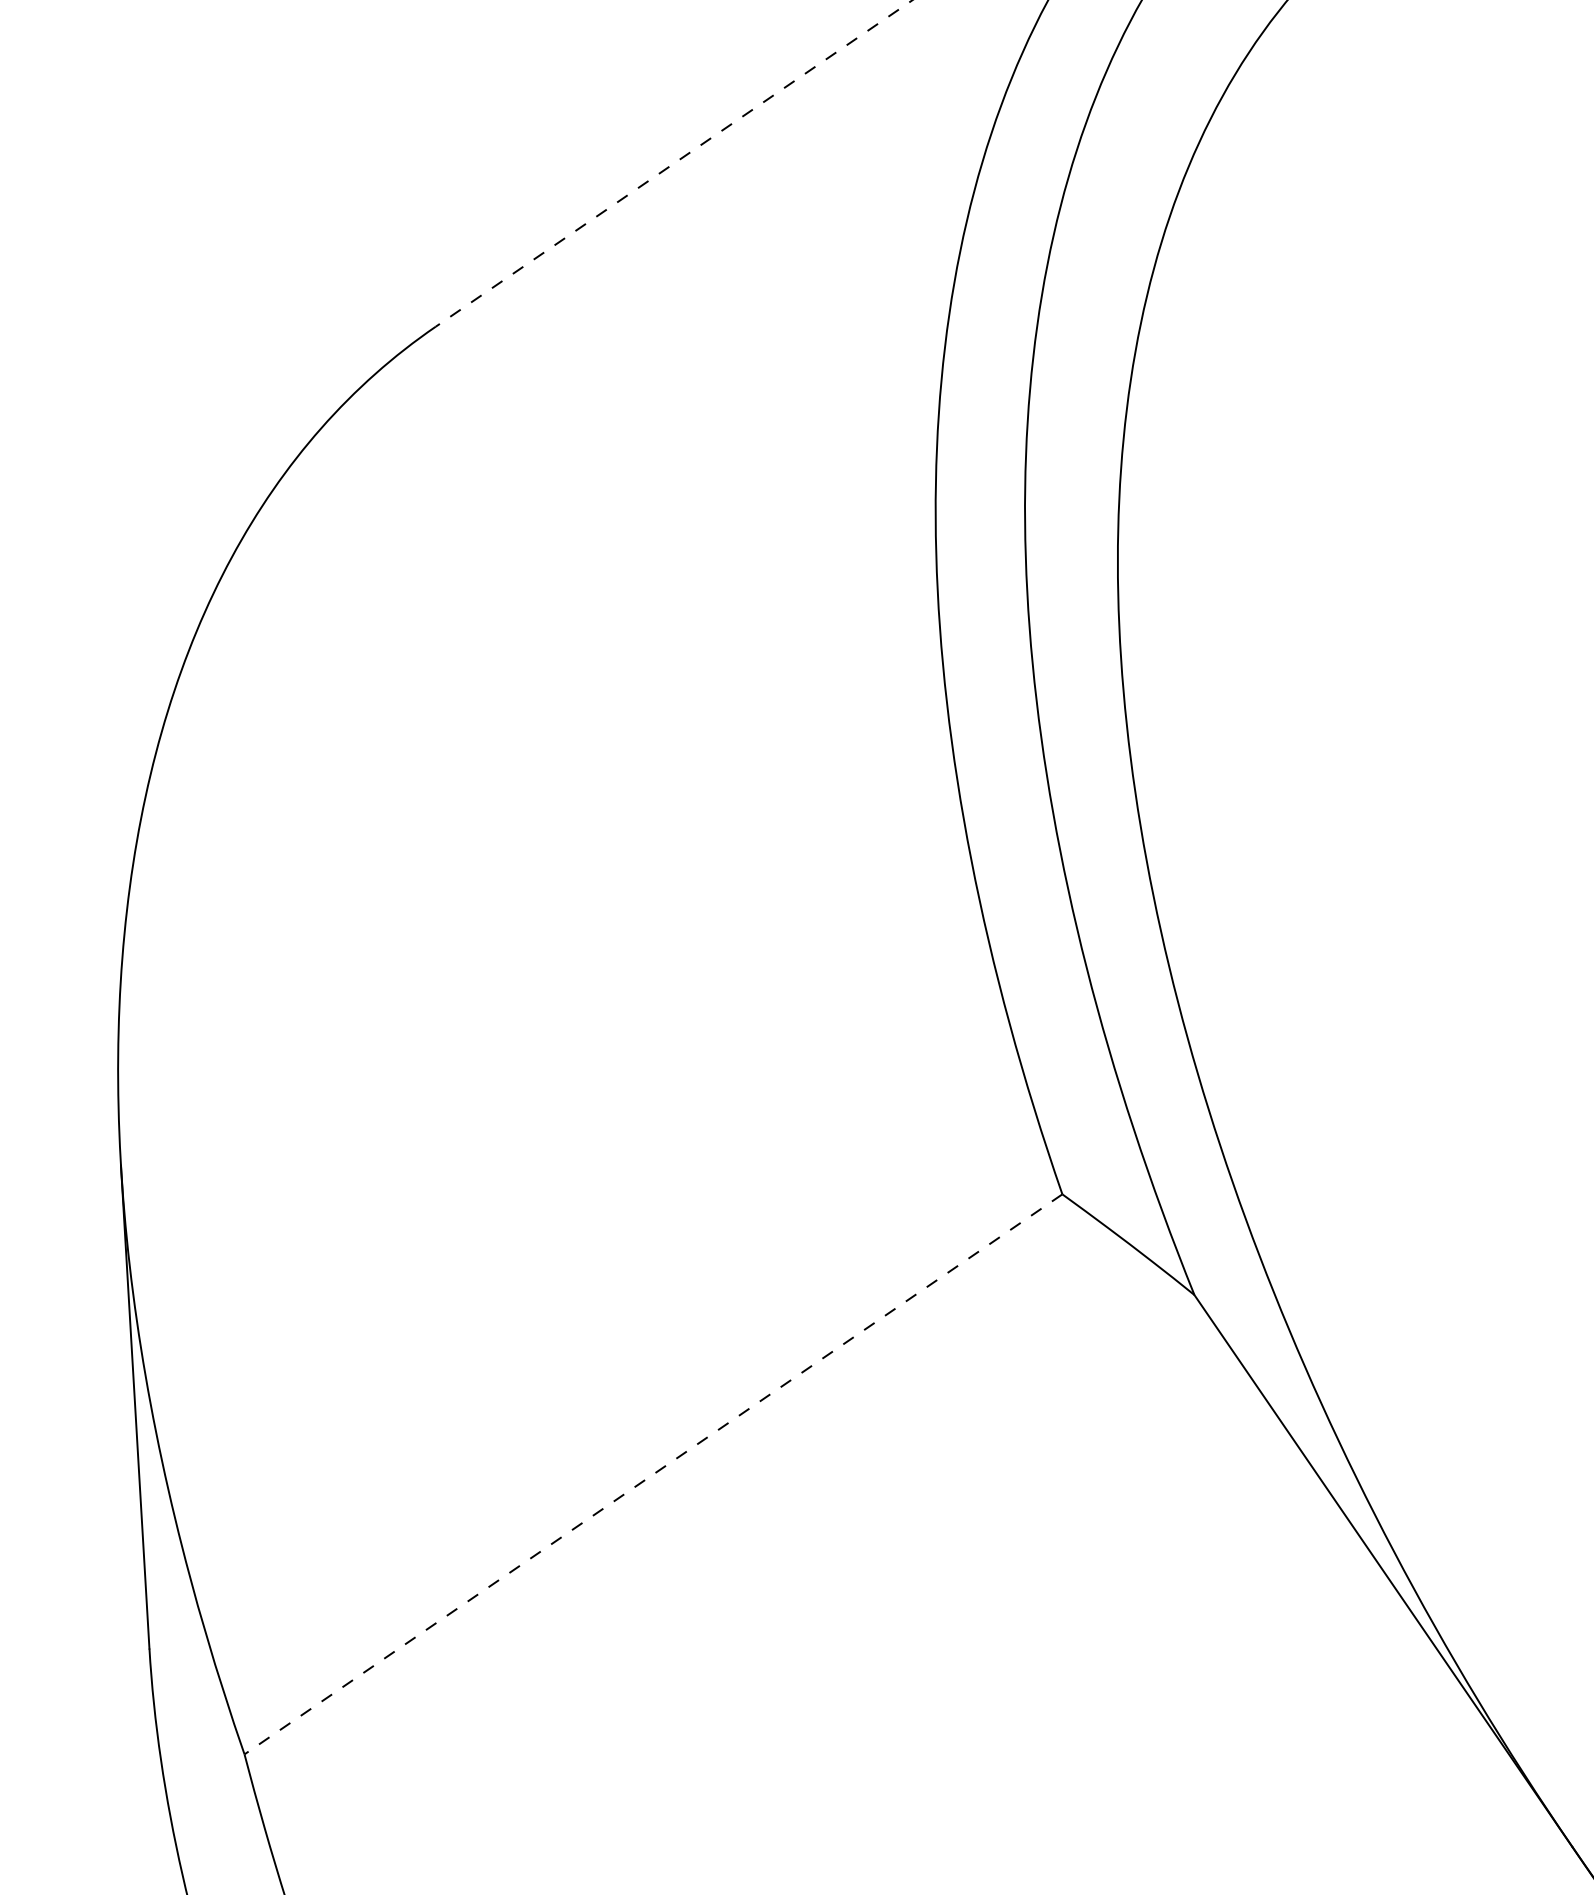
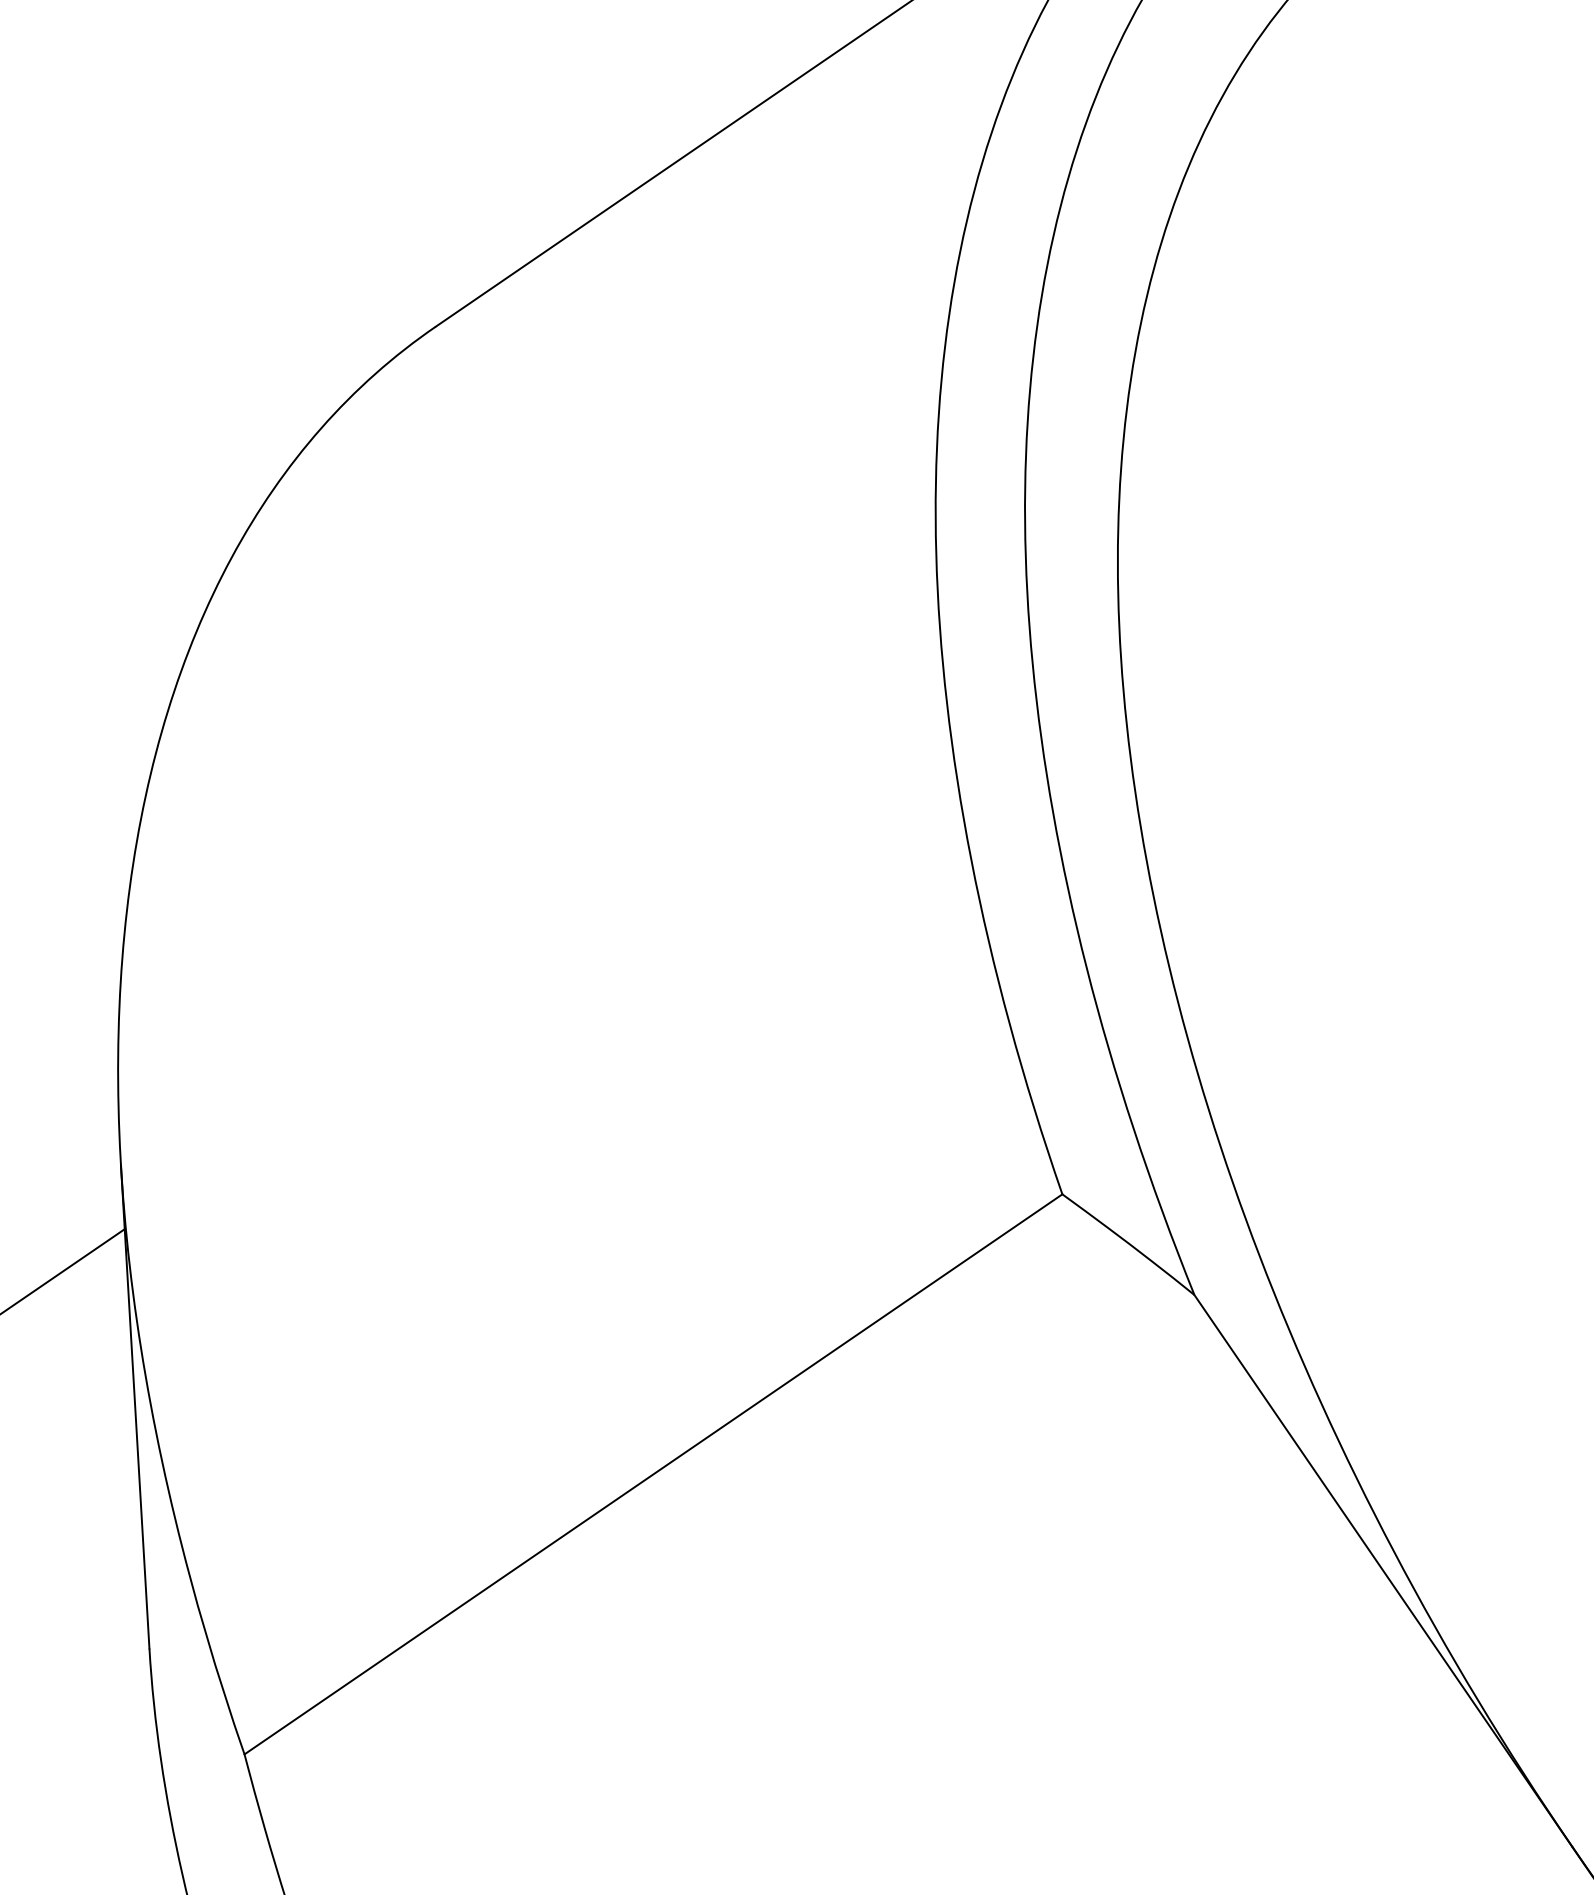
line at (674, 163): dashed -> solid
line at (63, 1270): none -> present
line at (653, 1474): dashed -> solid
